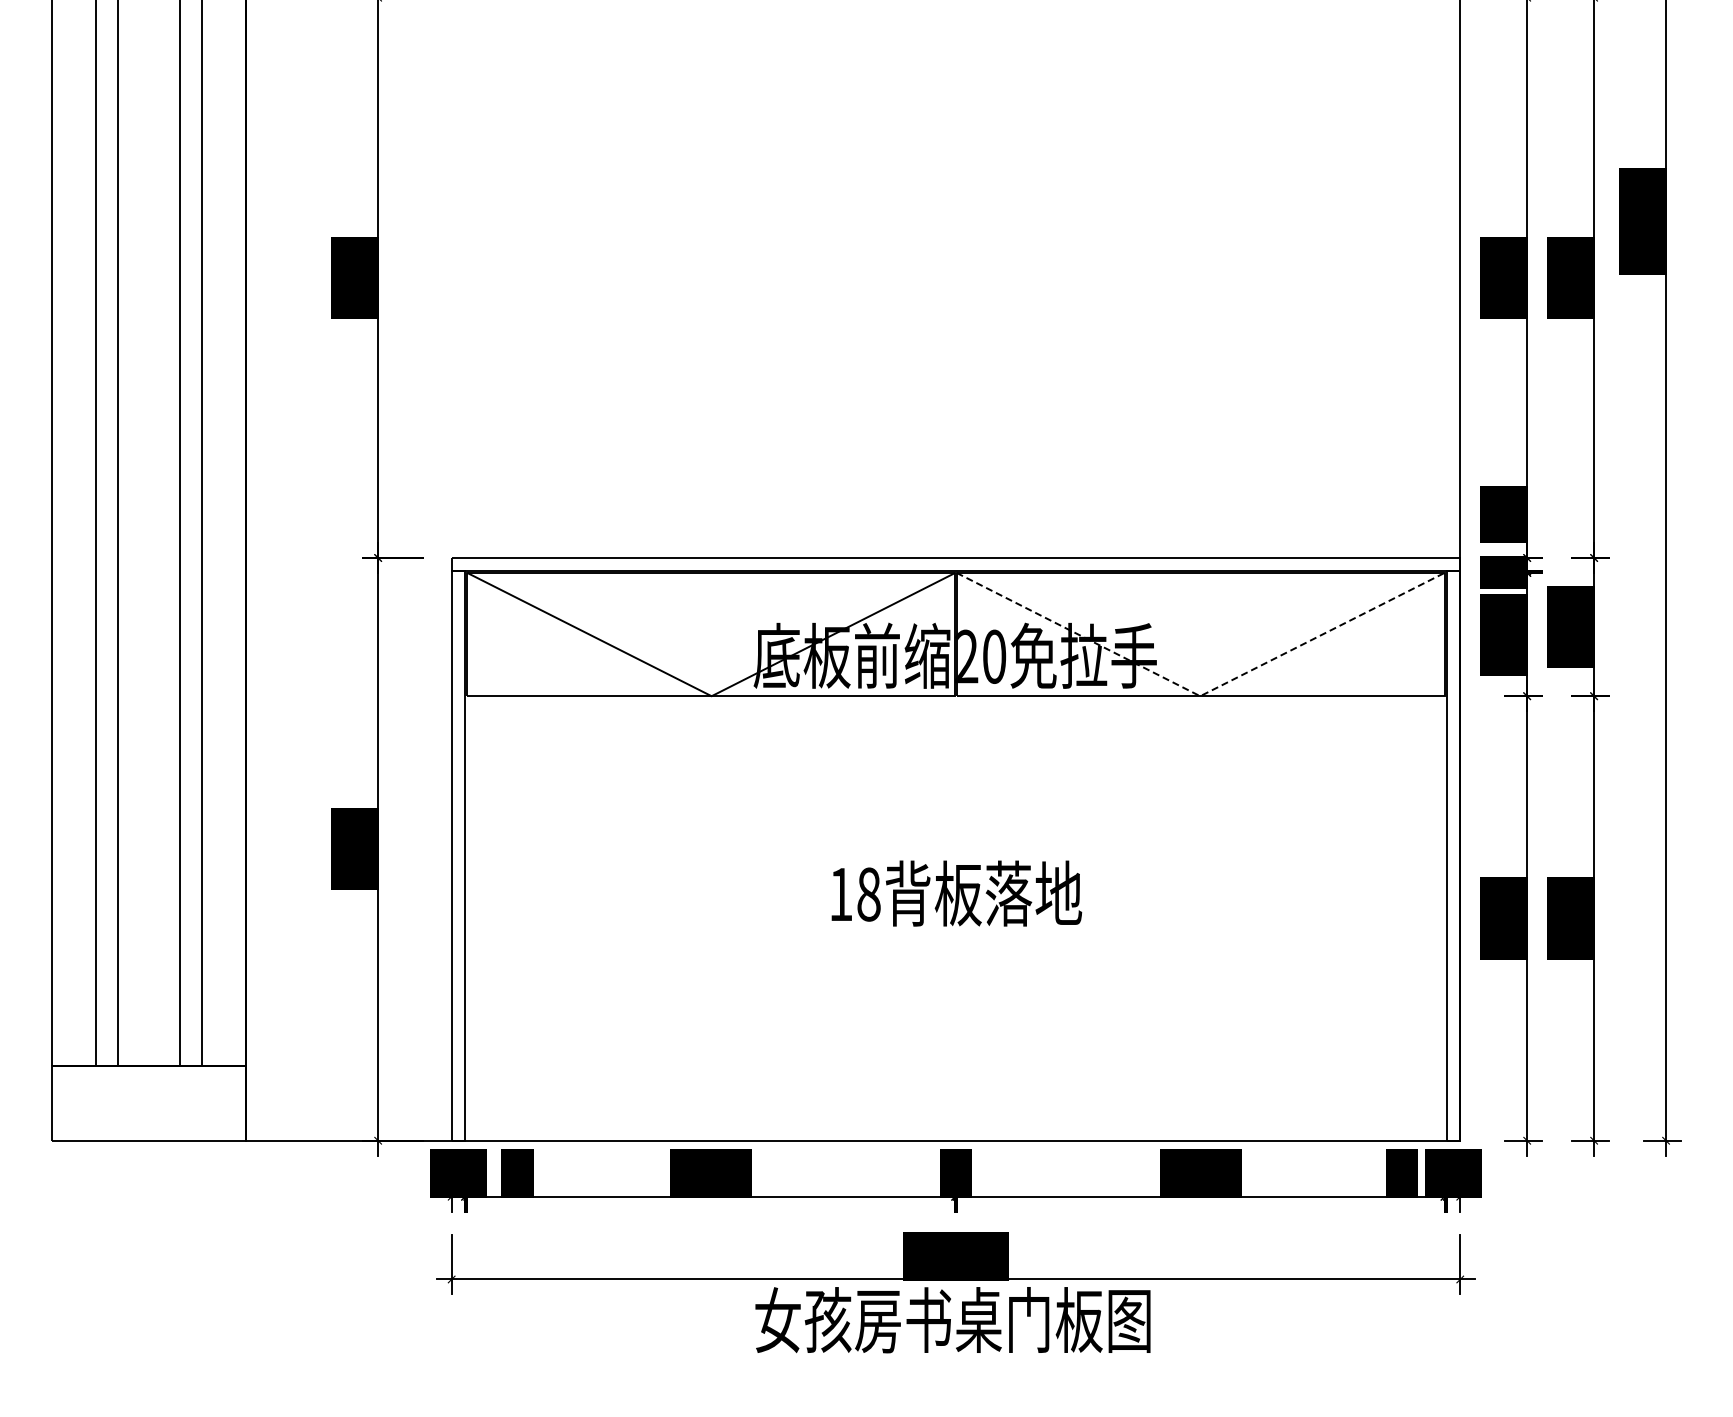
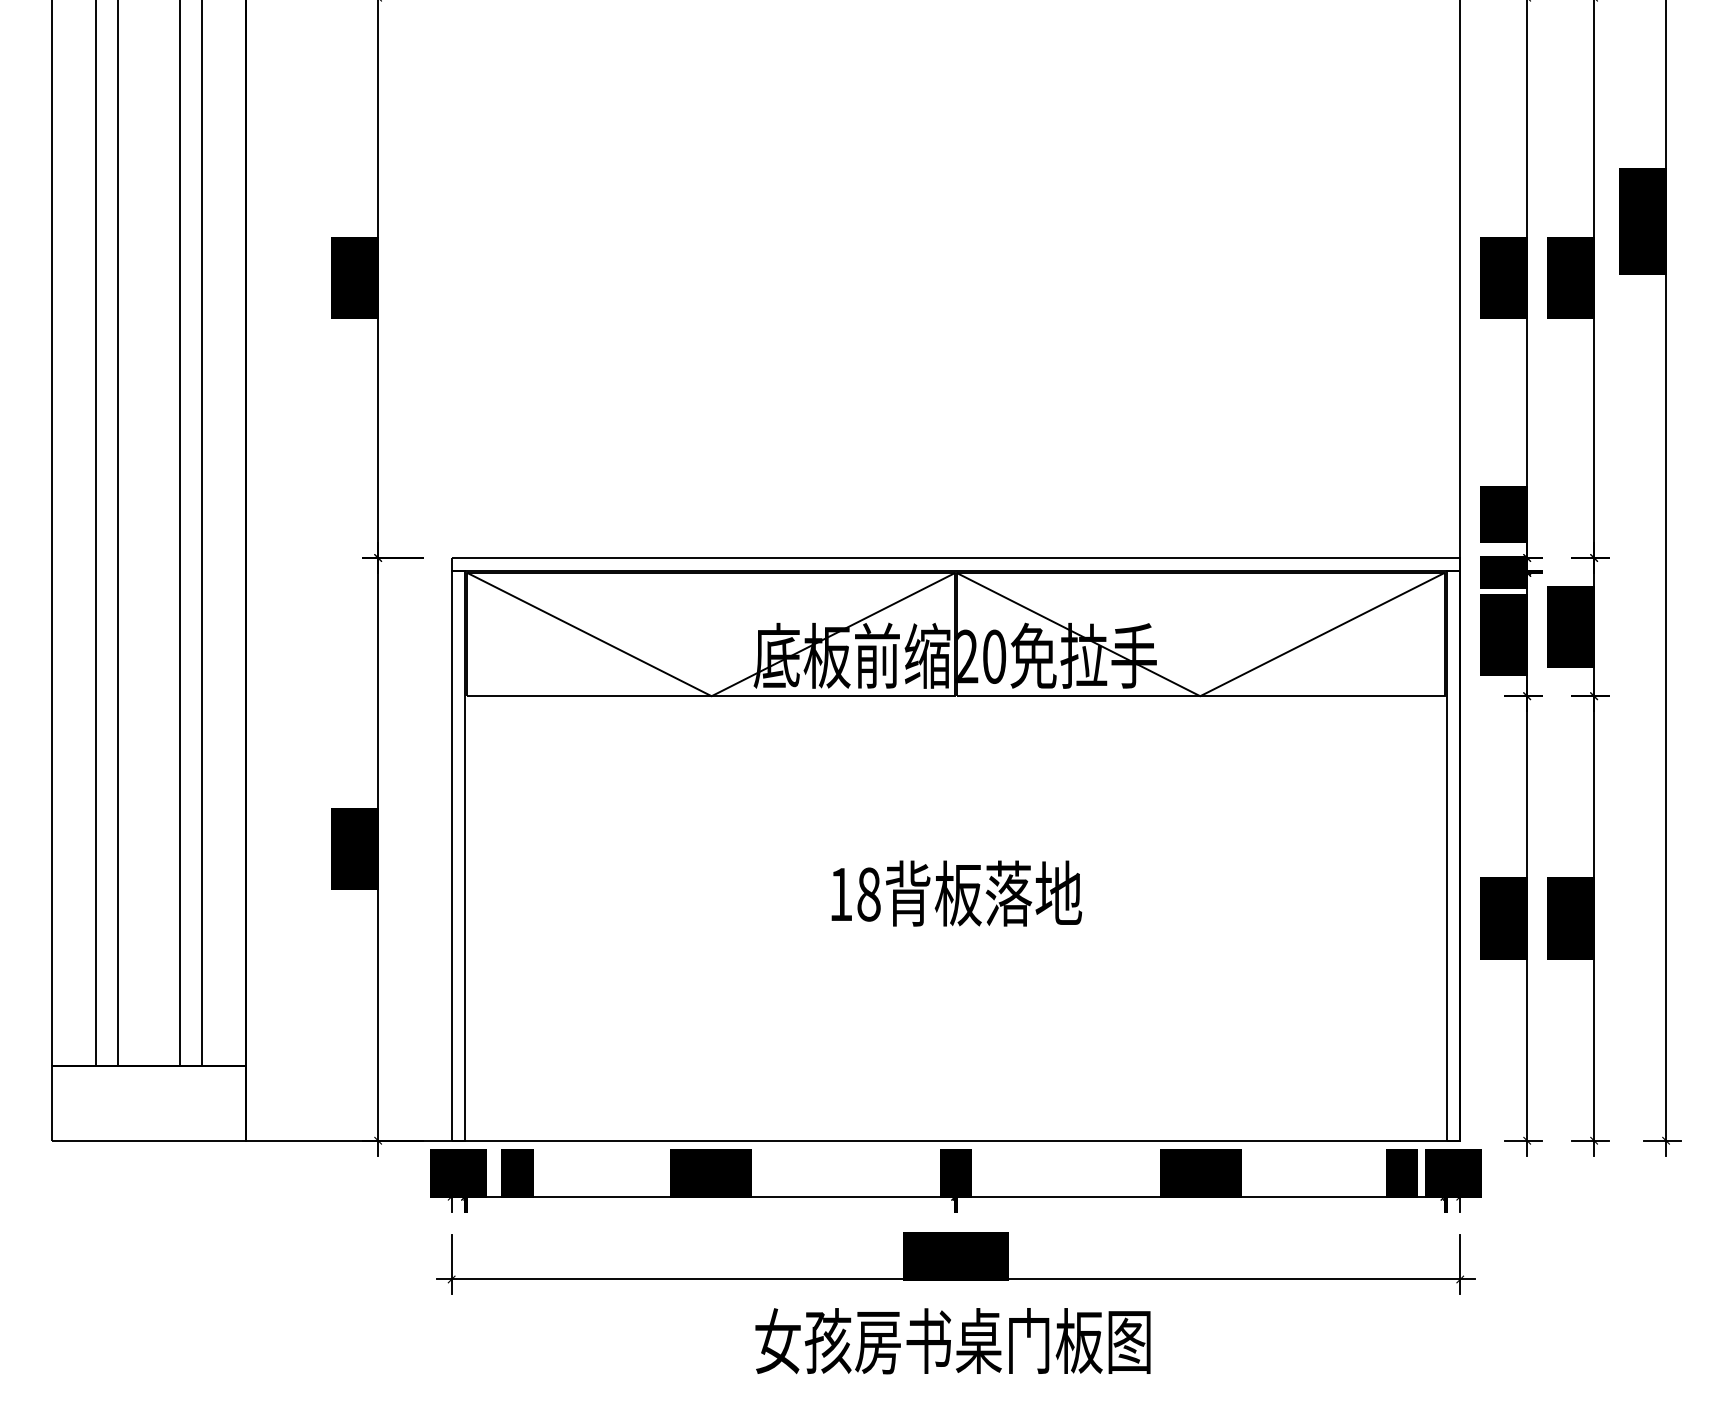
line at (1200, 696): dashed -> solid
text at (952, 1320) position: (952, 1320) -> (952, 1341)
